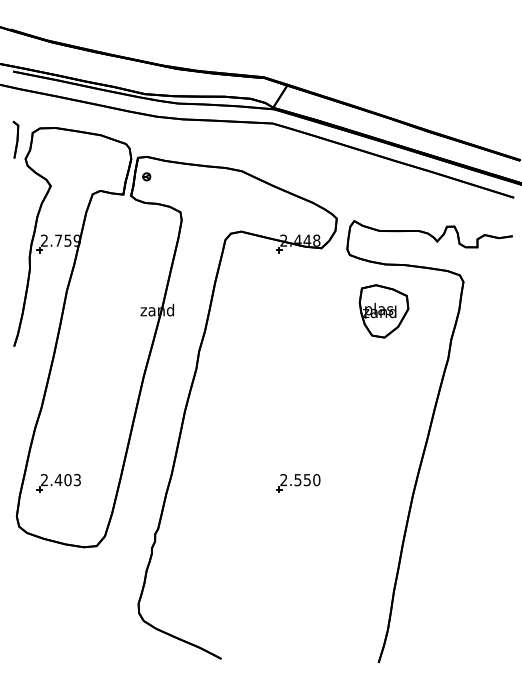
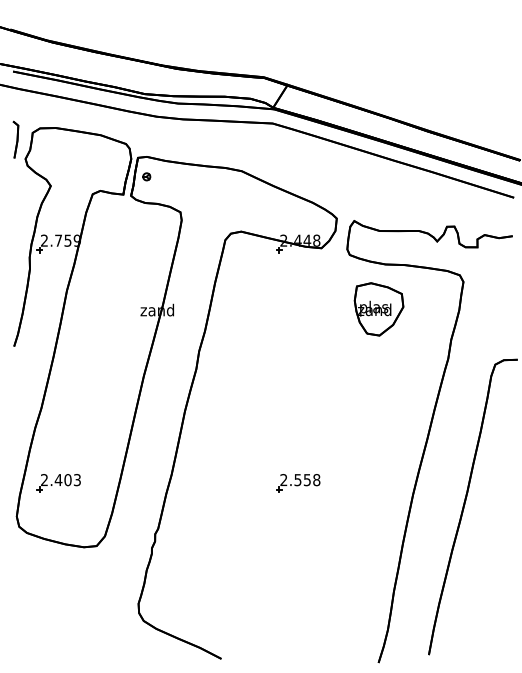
part at (383, 311) position: (383, 311) -> (378, 309)
text at (316, 479): 2.550 -> 2.558
part at (465, 504): none -> present
